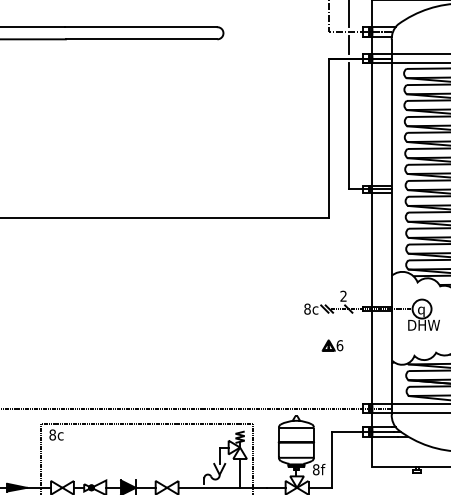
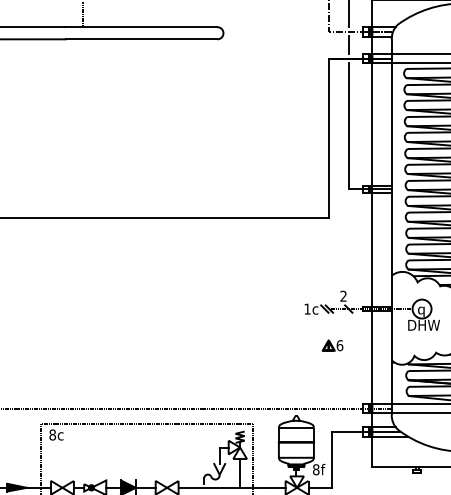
line at (83, 14): none -> present
text at (307, 308): 8c -> 1c
